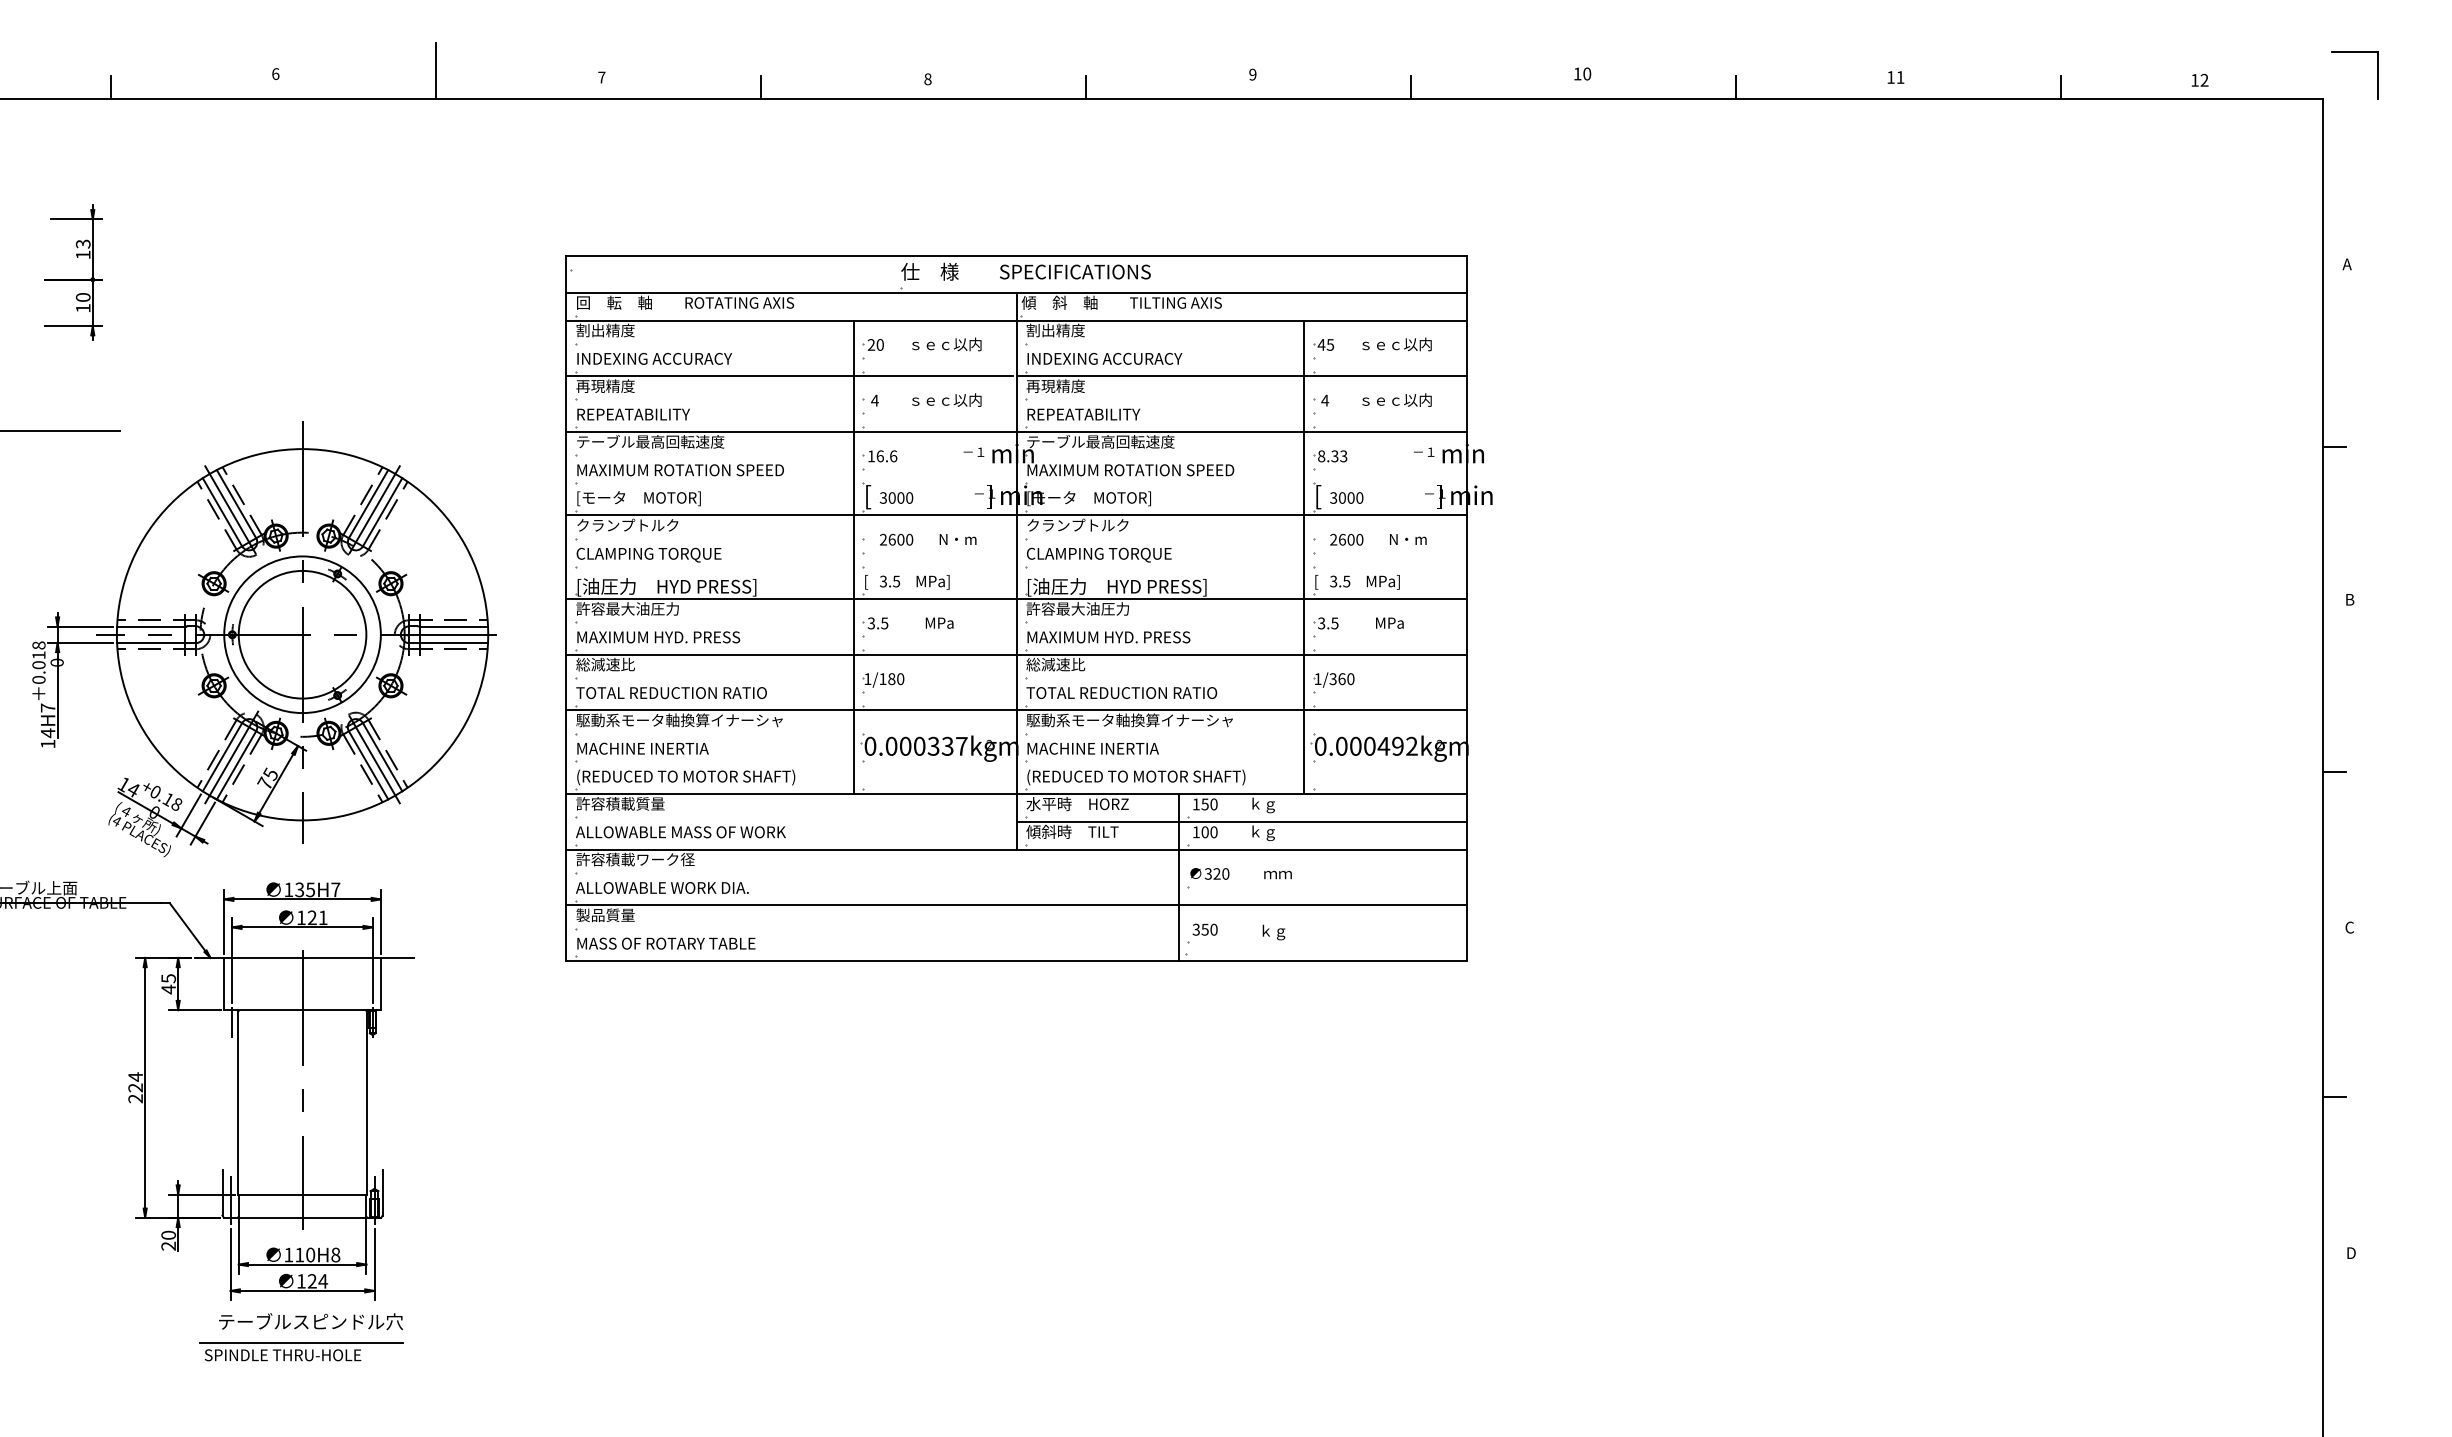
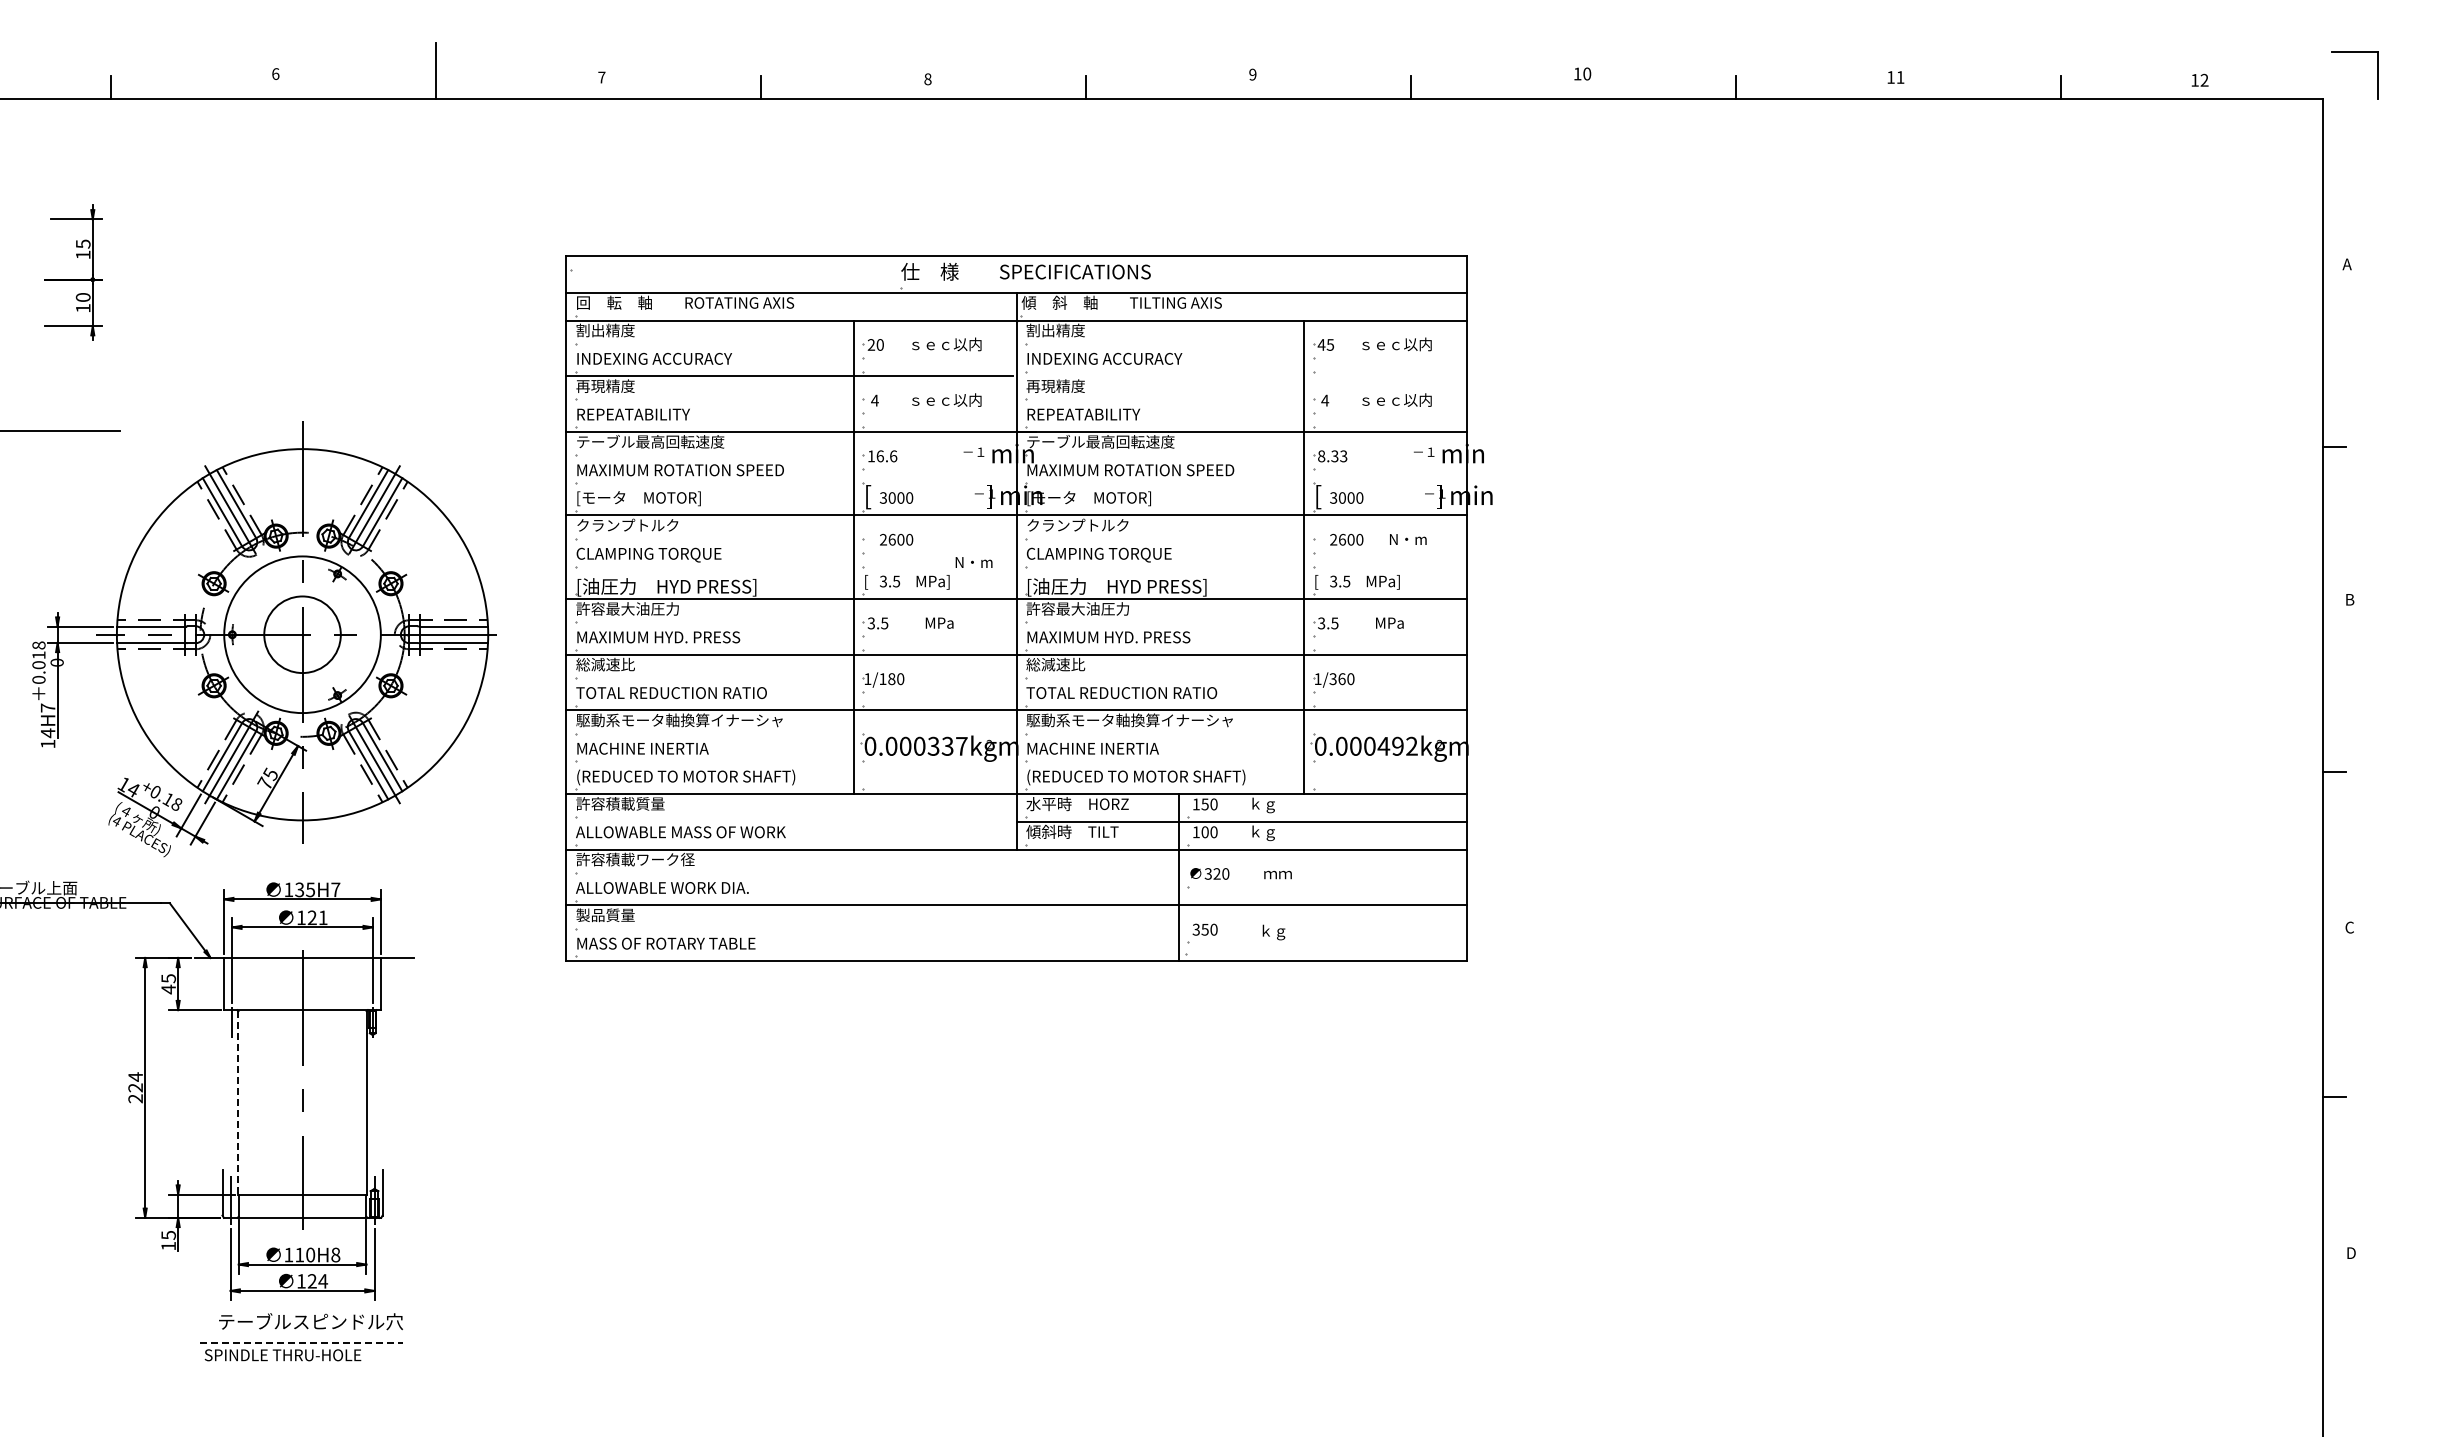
text at (82, 243): 13 -> 15
line at (1241, 376): present -> none
text at (957, 539) position: (957, 539) -> (973, 562)
circle at (302, 634) diameter: 128 px -> 77 px
line at (238, 1102): solid -> dashed
text at (168, 1240): 20 -> 15
line at (301, 1342): solid -> dashed
